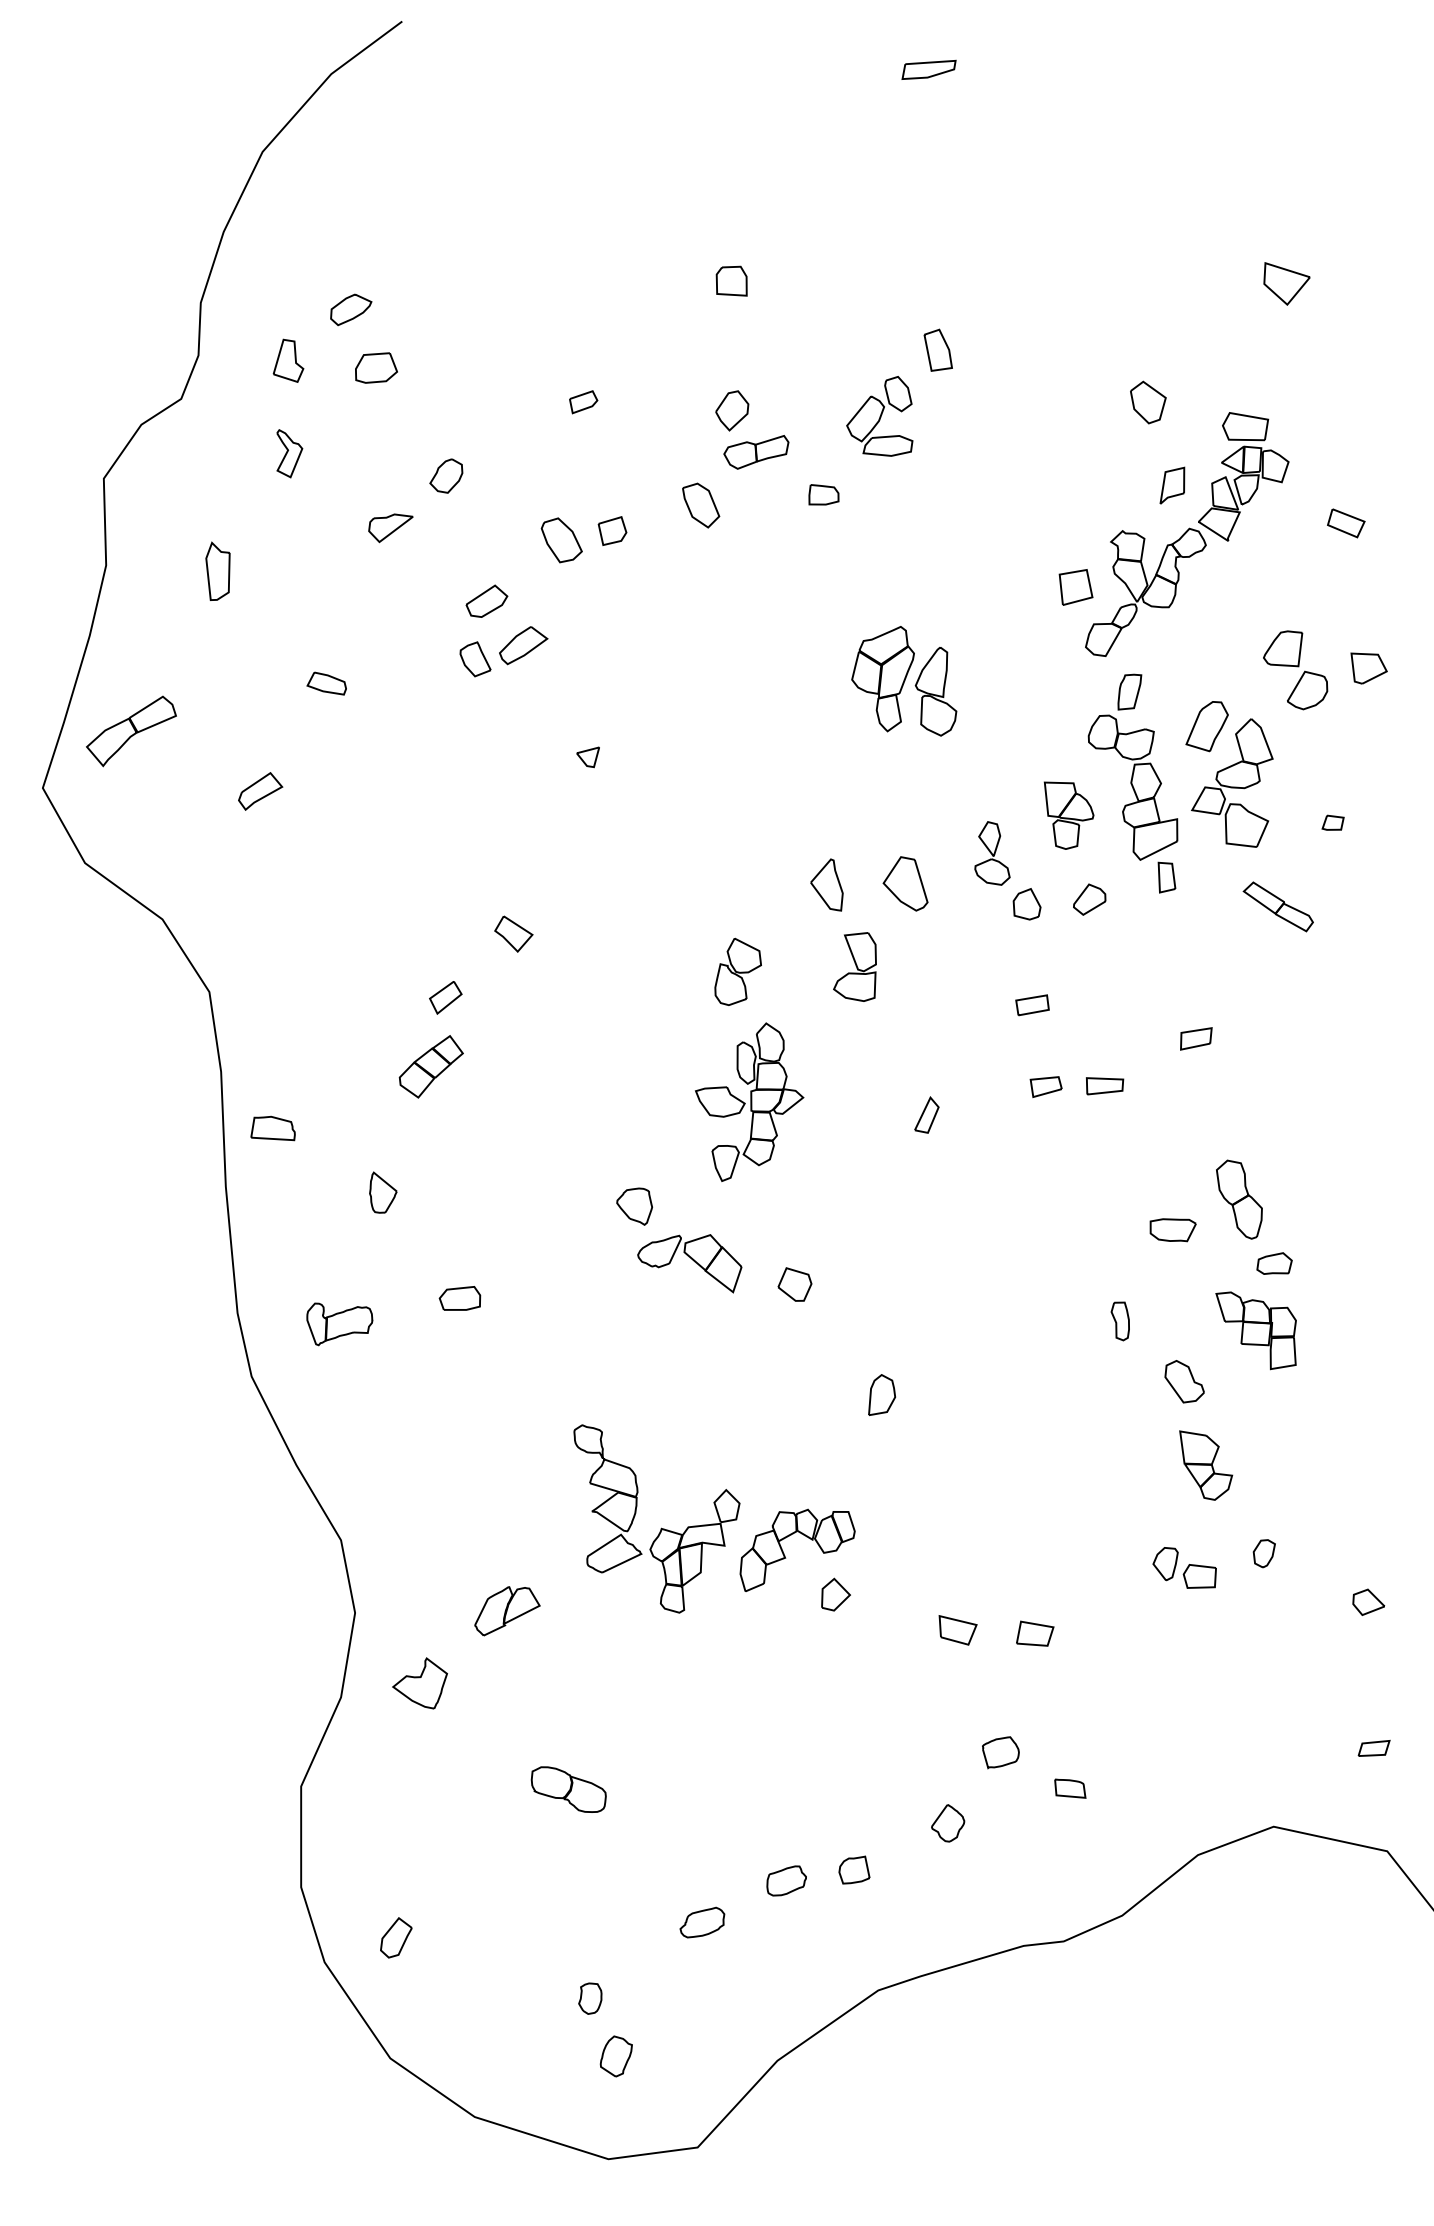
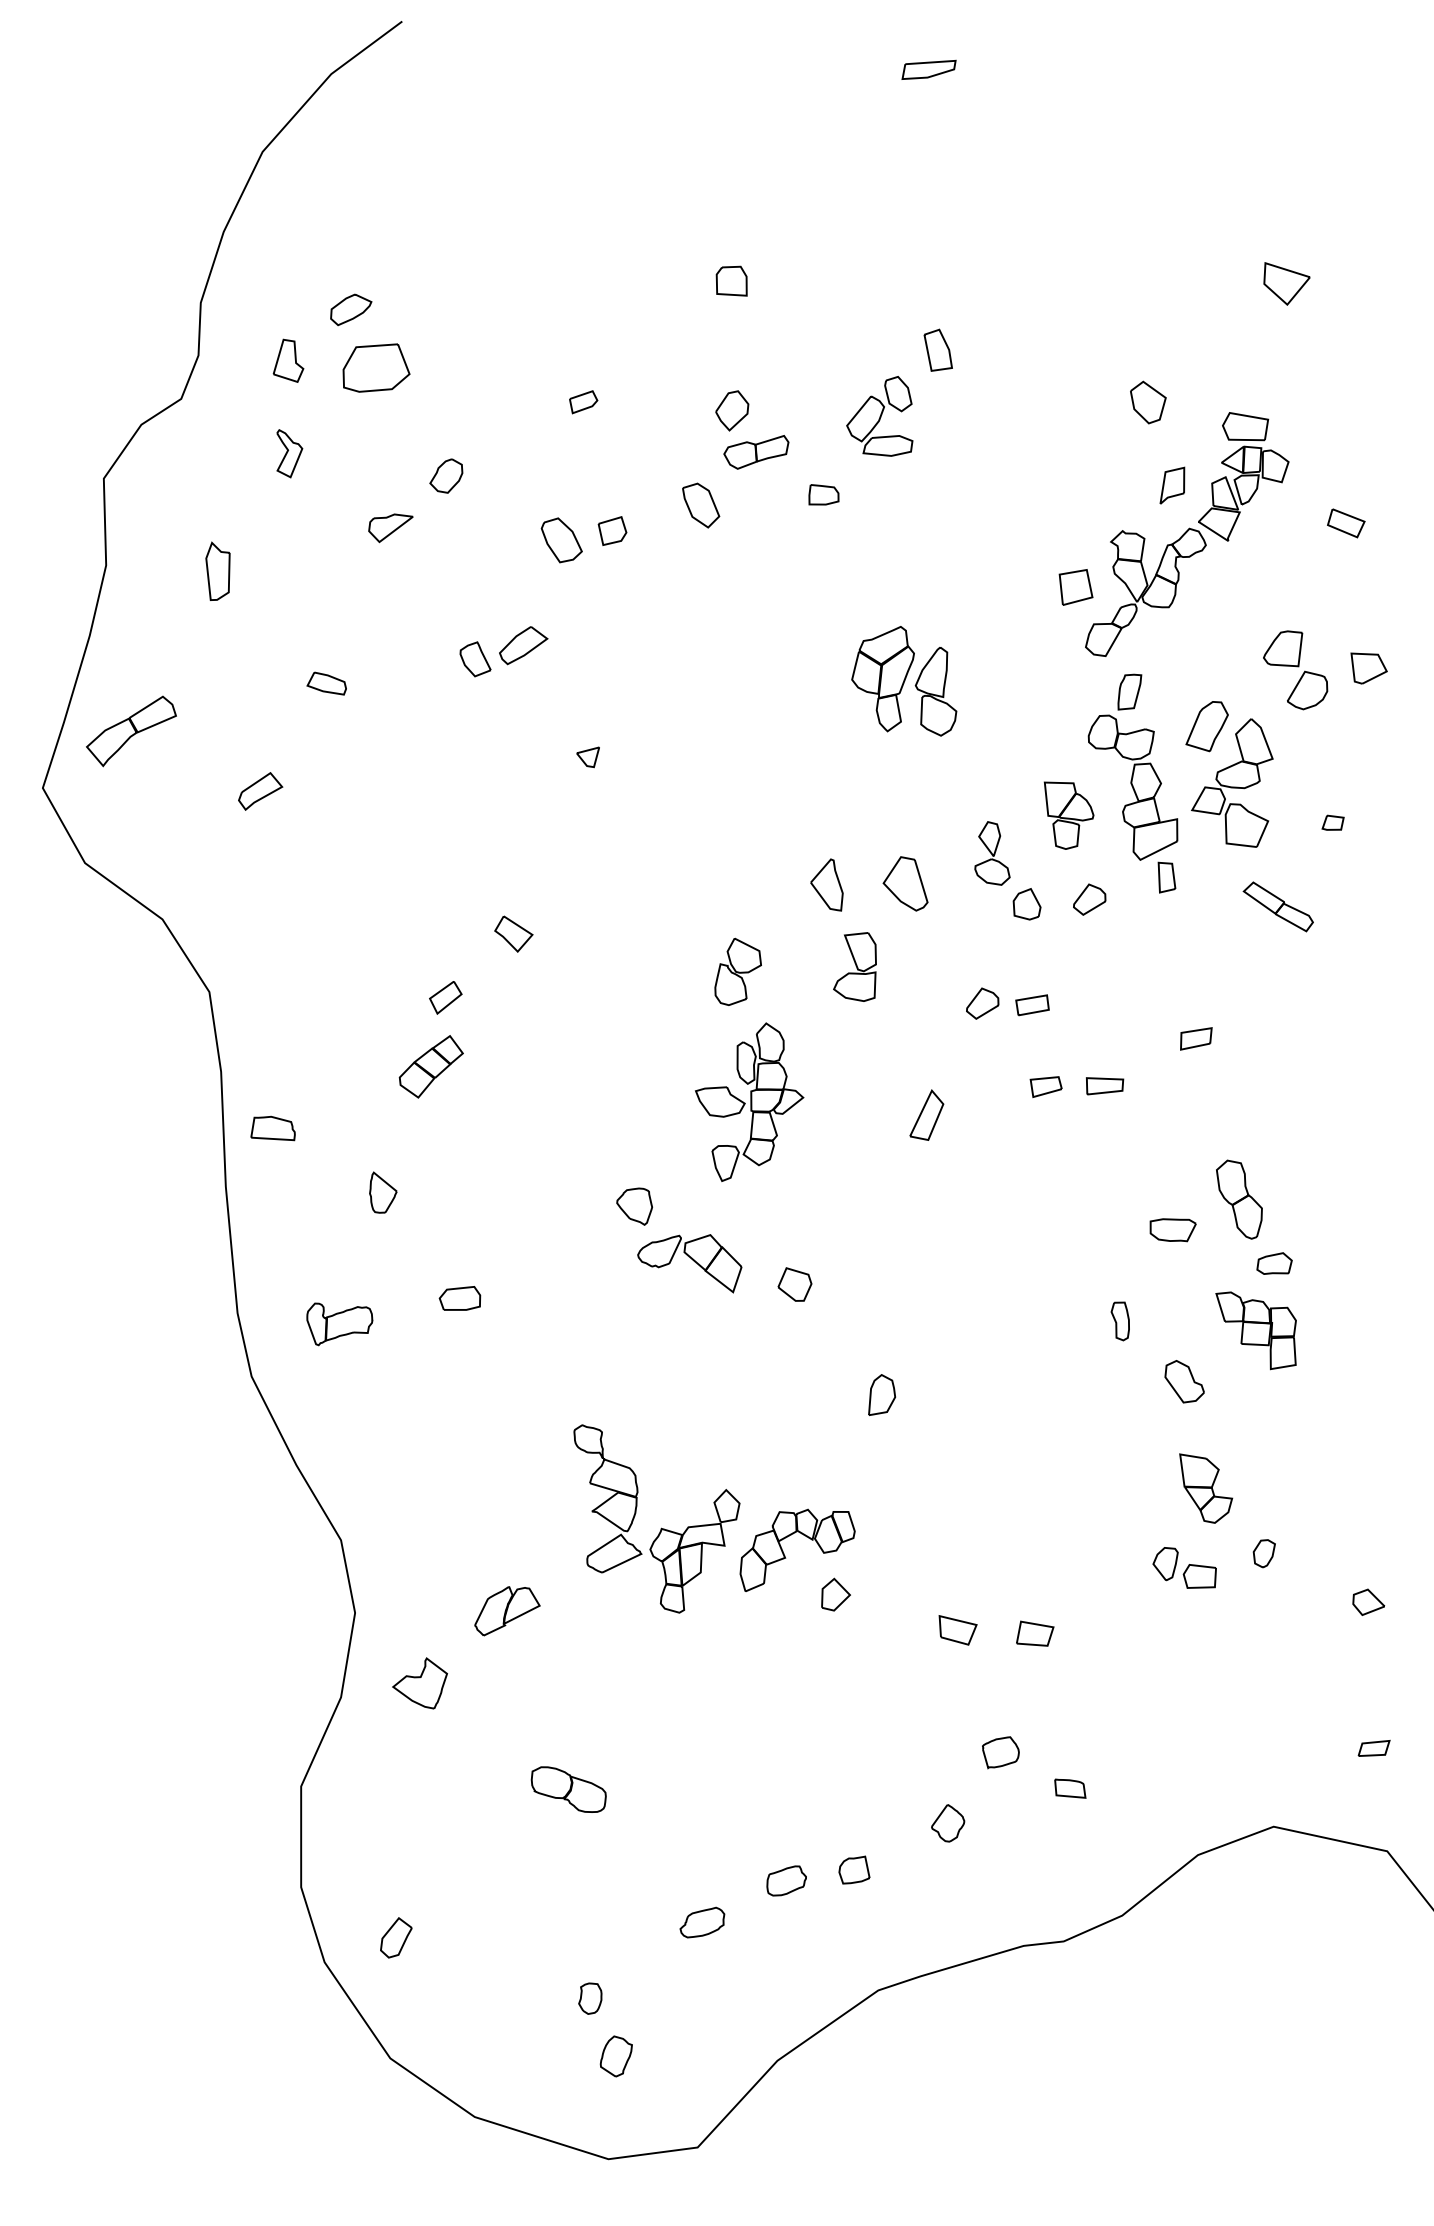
part at (376, 367) size: 43x32 px -> 69x50 px
part at (486, 600): present -> none
part at (982, 1003): none -> present
part at (926, 1114) size: 26x38 px -> 36x52 px
part at (1206, 1465) position: (1206, 1465) -> (1206, 1488)
